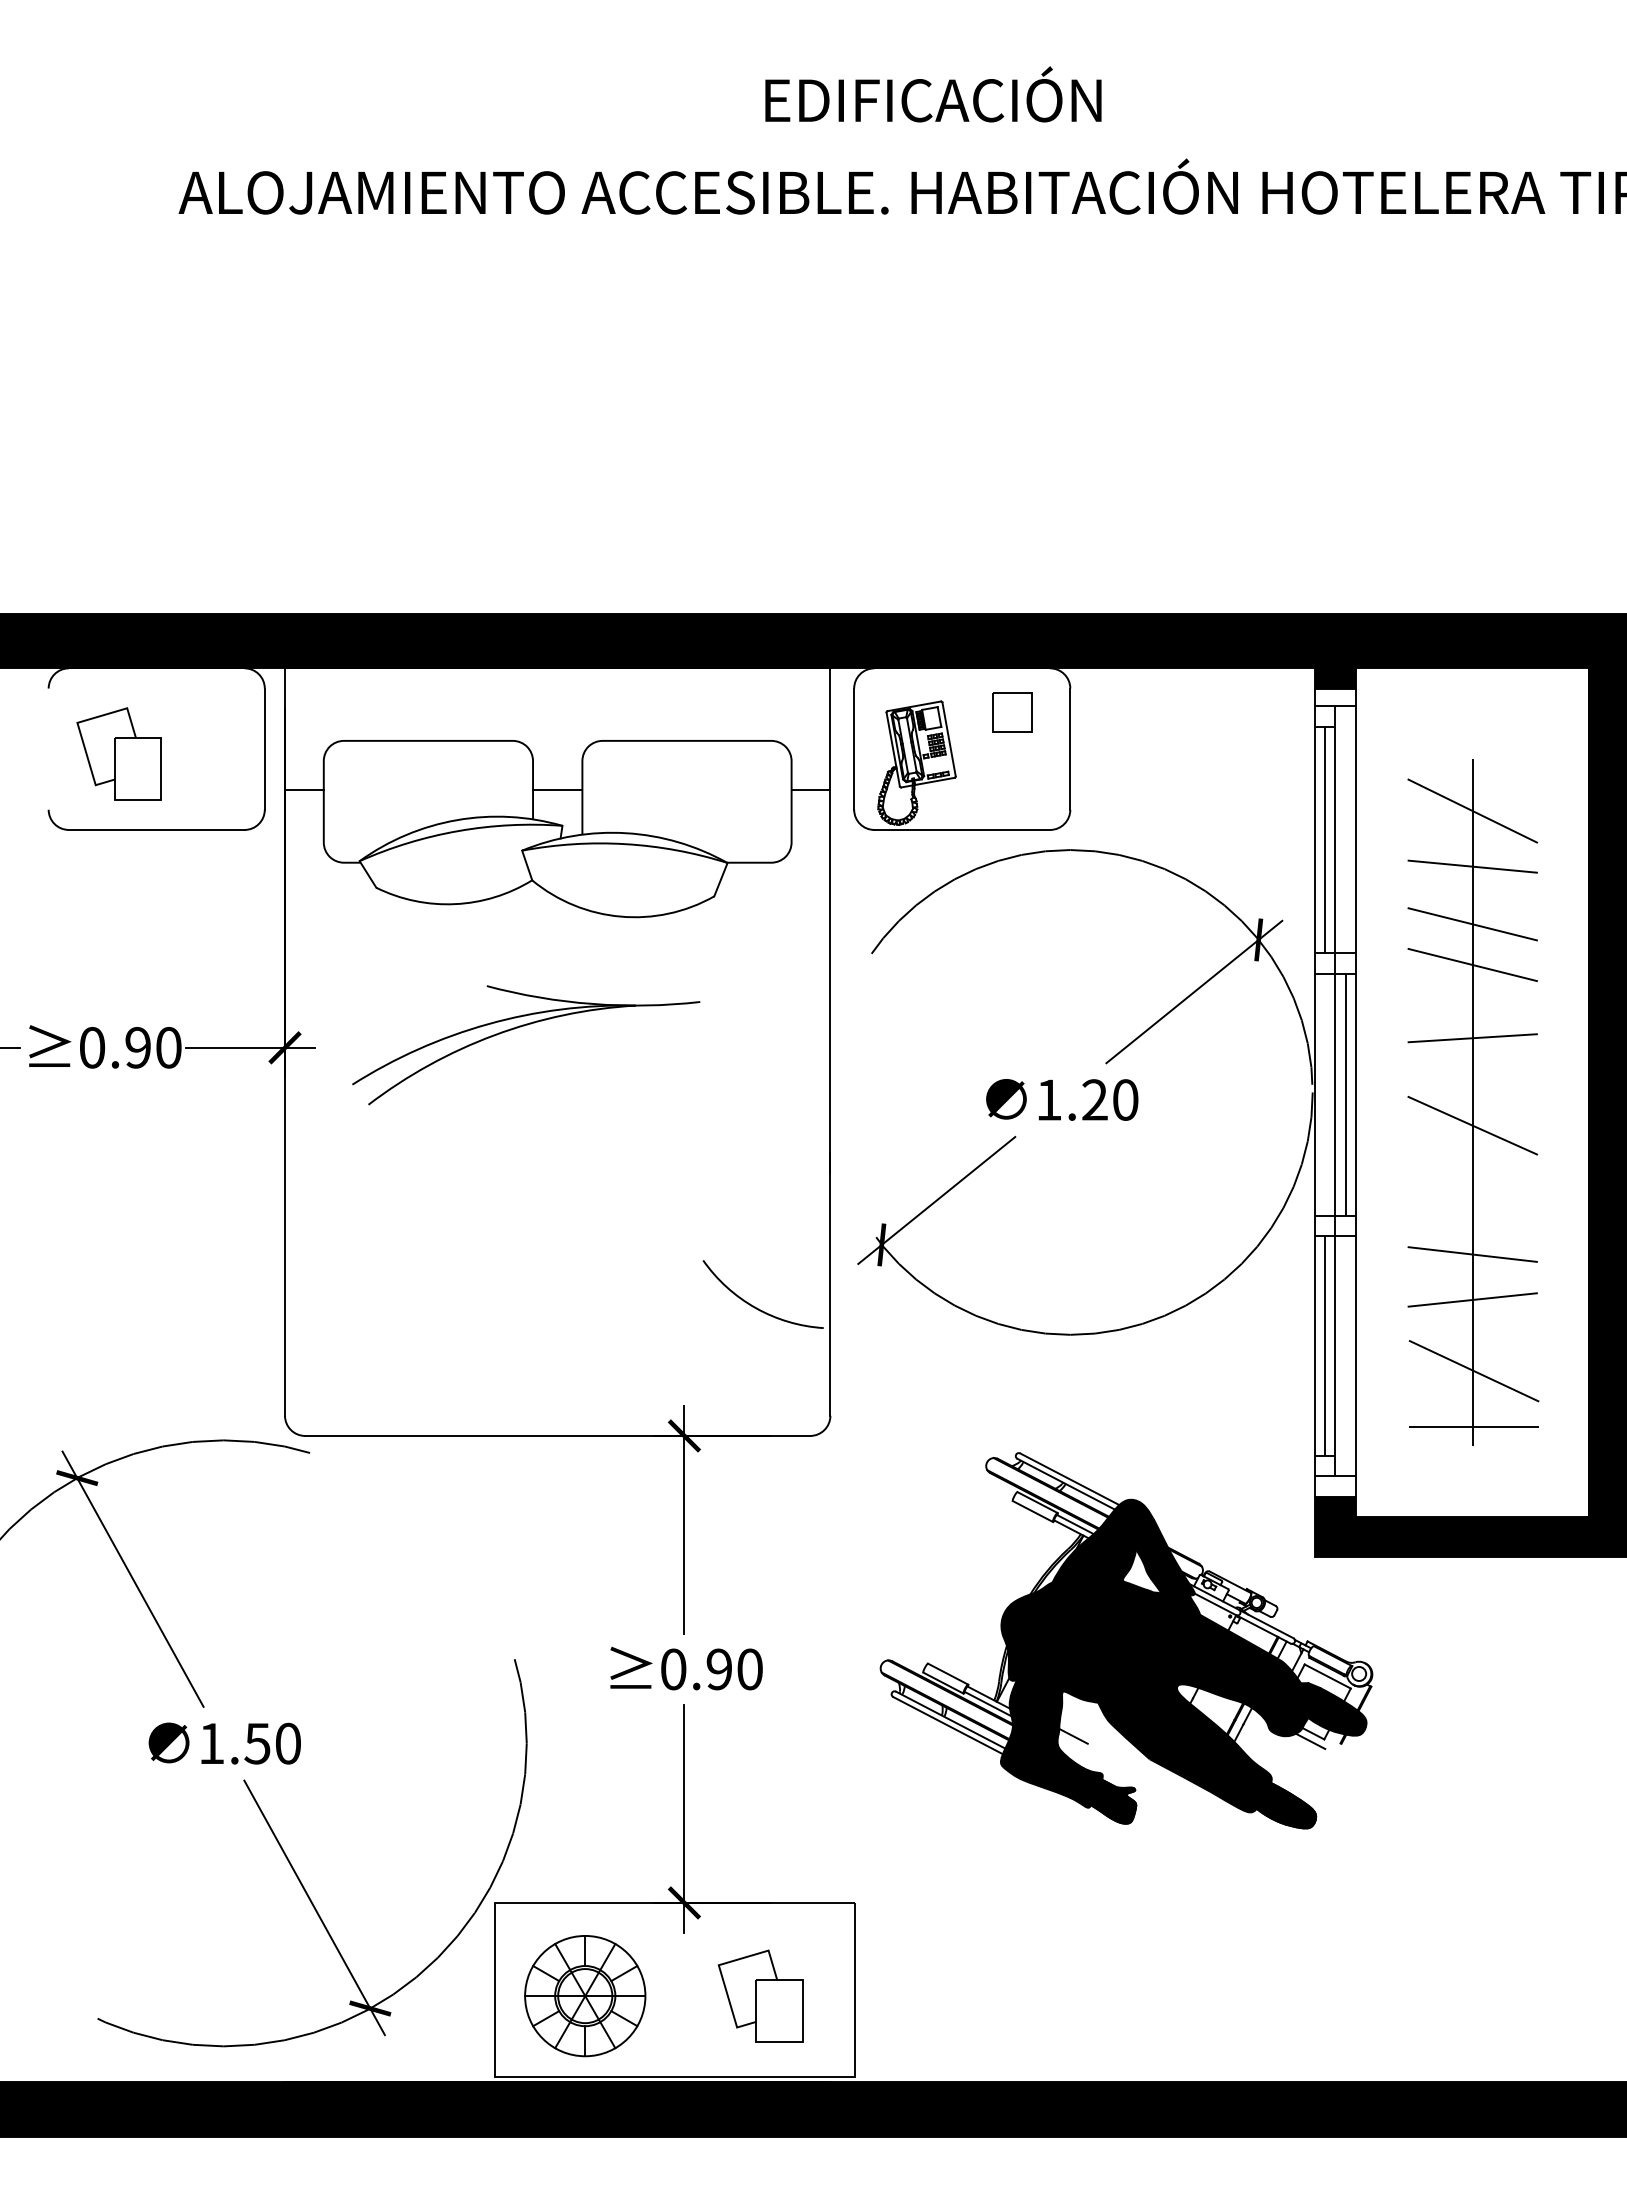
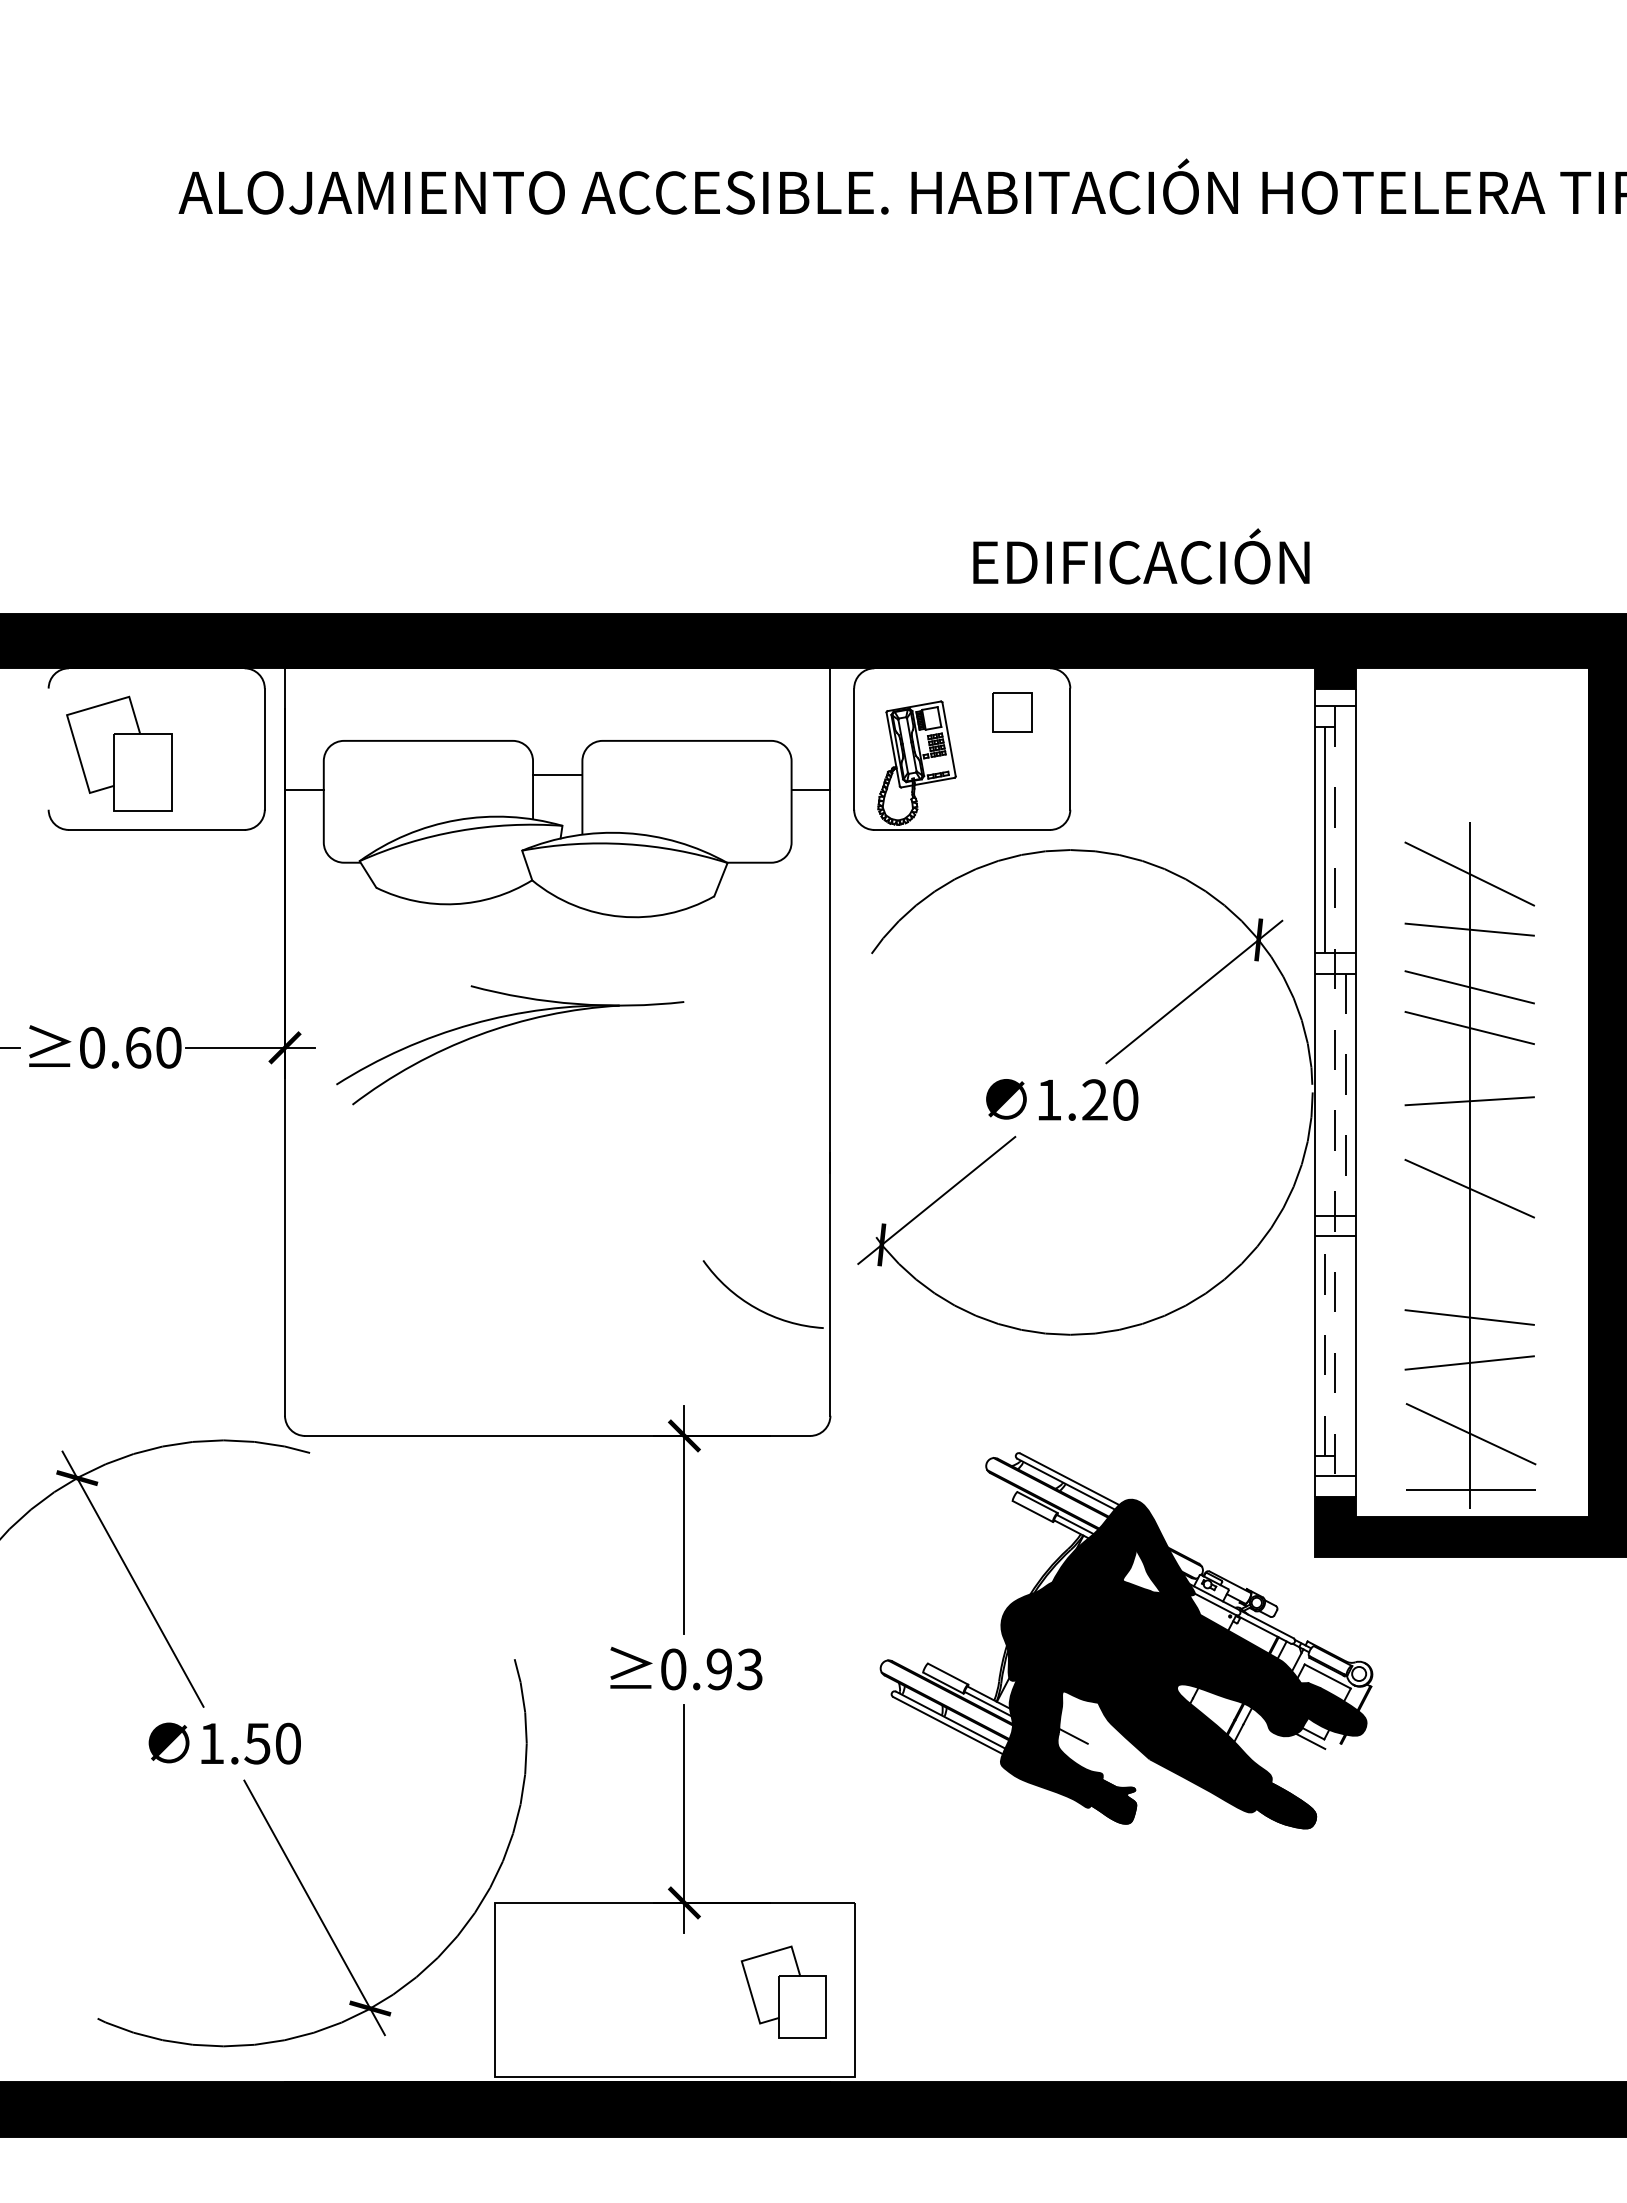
text at (933, 94) position: (933, 94) -> (1141, 556)
part at (118, 753) size: 86x94 px -> 107x117 px
line at (557, 789) position: (557, 789) -> (557, 774)
part at (520, 1027) position: (520, 1027) -> (504, 1027)
text at (138, 1047): 0.90 -> 0.60
line at (1335, 1091): solid -> dashed
line at (1345, 1095): solid -> dashed
part at (1473, 1102) position: (1473, 1102) -> (1470, 1165)
line at (1325, 1346): solid -> dashed
text at (749, 1669): 0.90 -> 0.93
part at (760, 1995) position: (760, 1995) -> (783, 1991)
part at (585, 1996): present -> none
